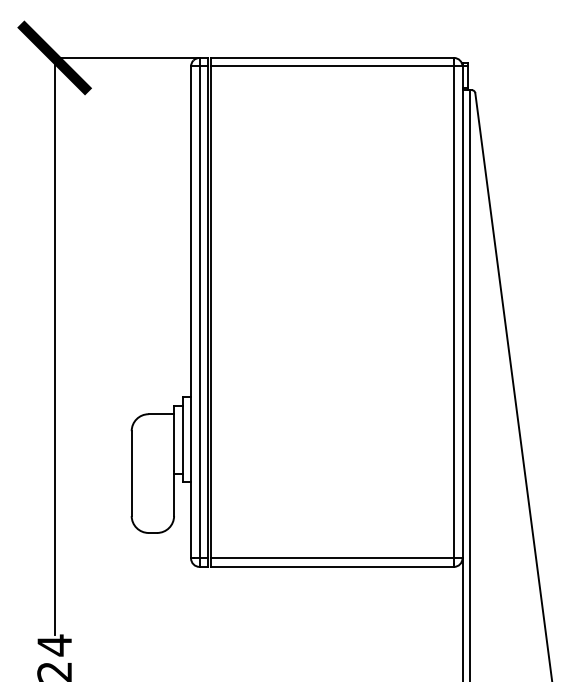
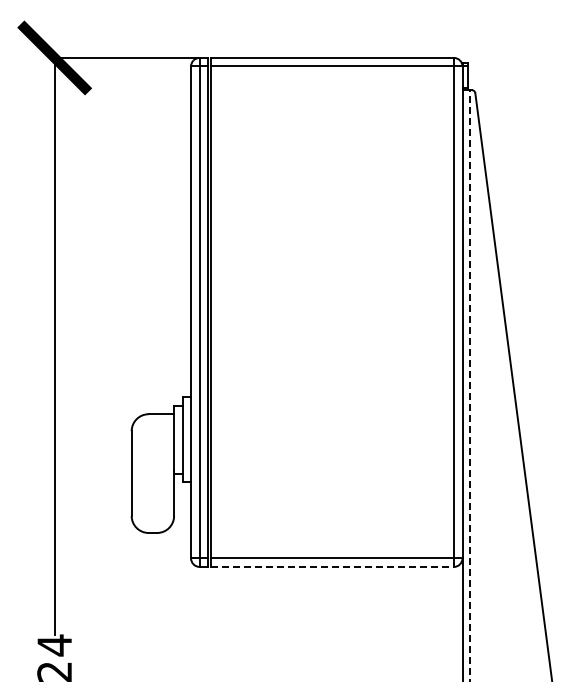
line at (470, 385): solid -> dashed
line at (333, 566): solid -> dashed
